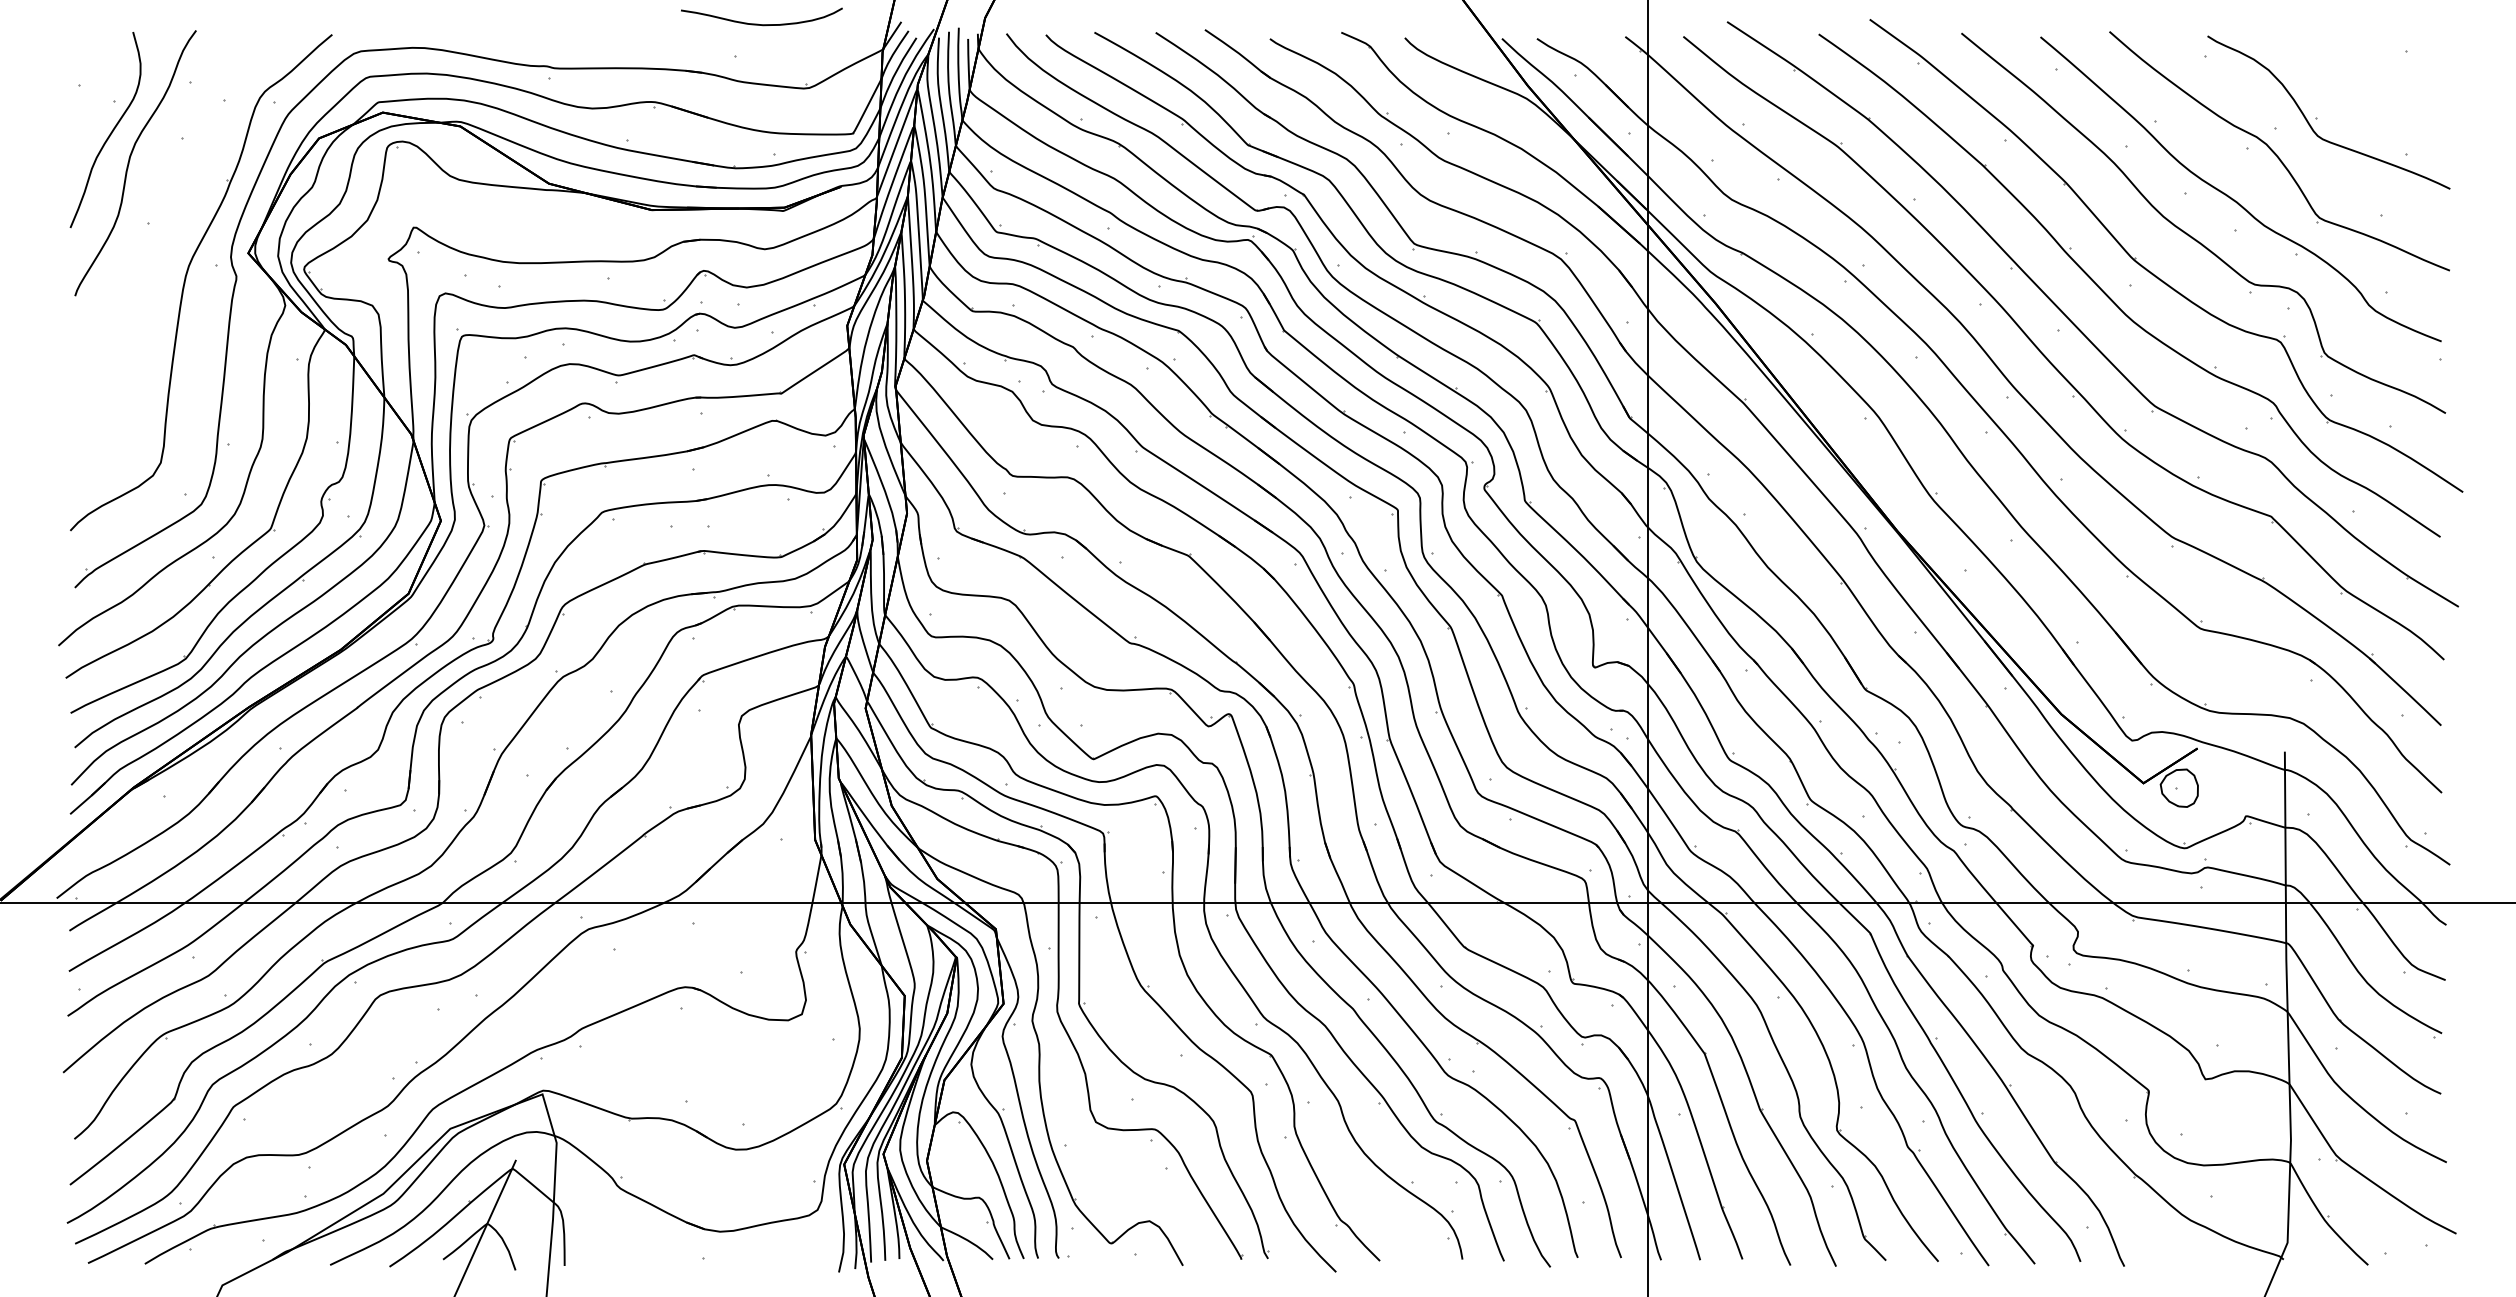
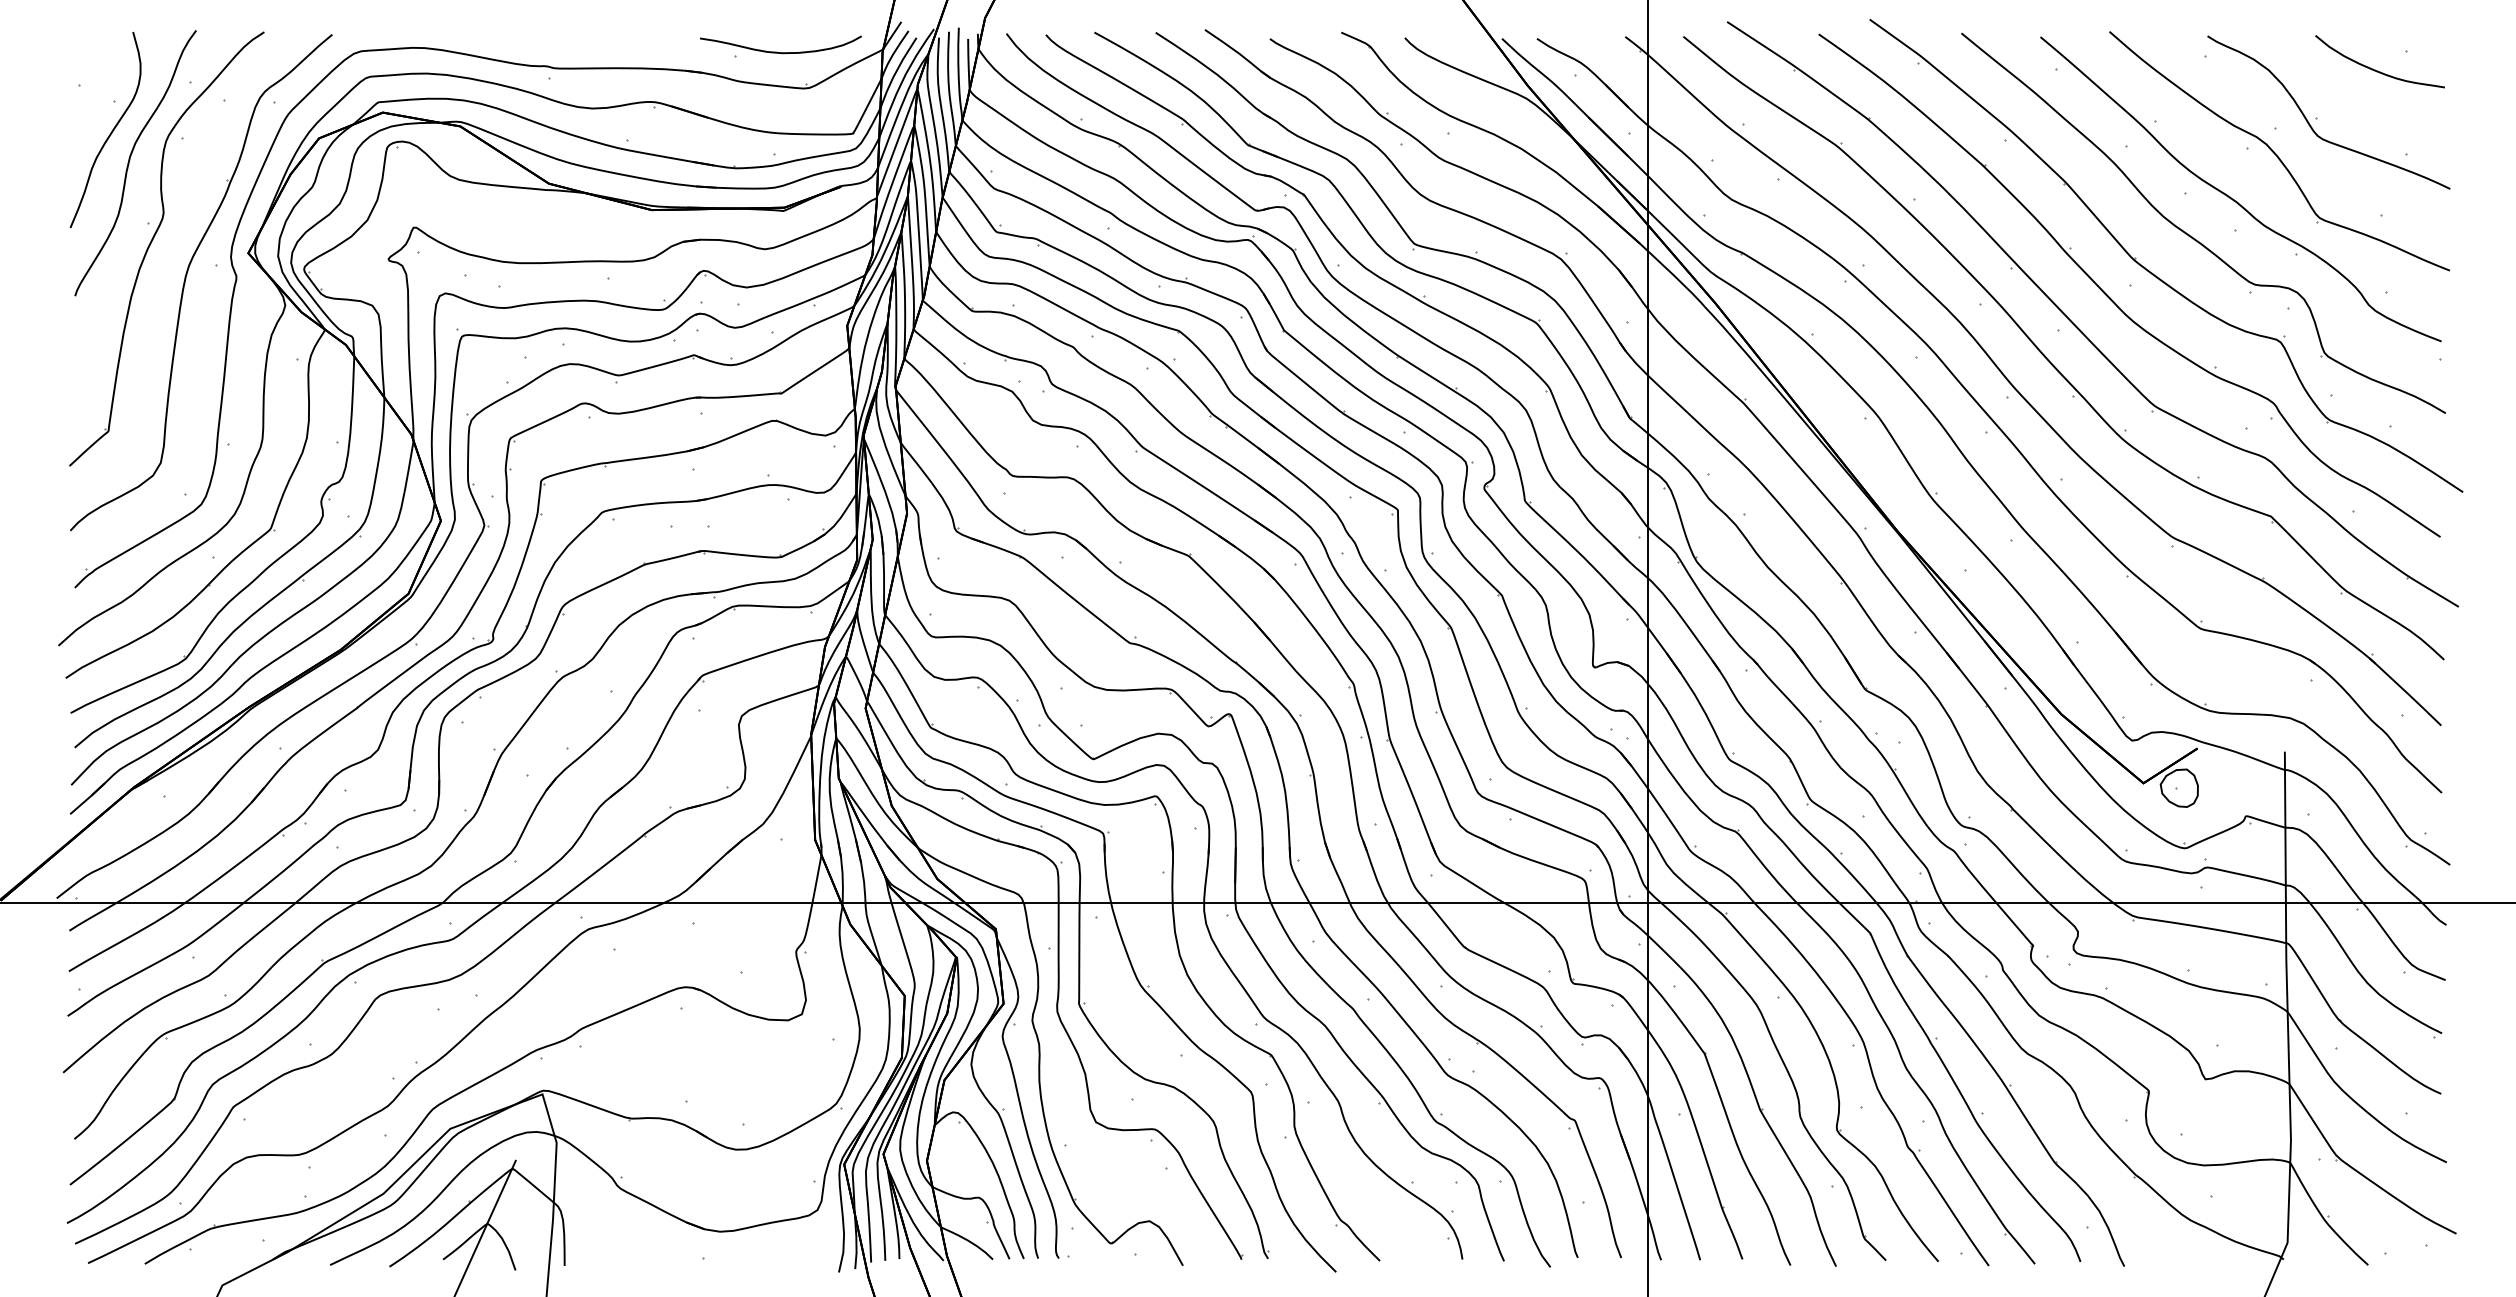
curve at (758, 23) position: (758, 23) -> (777, 51)
curve at (2375, 69): none -> present
part at (152, 241): none -> present
